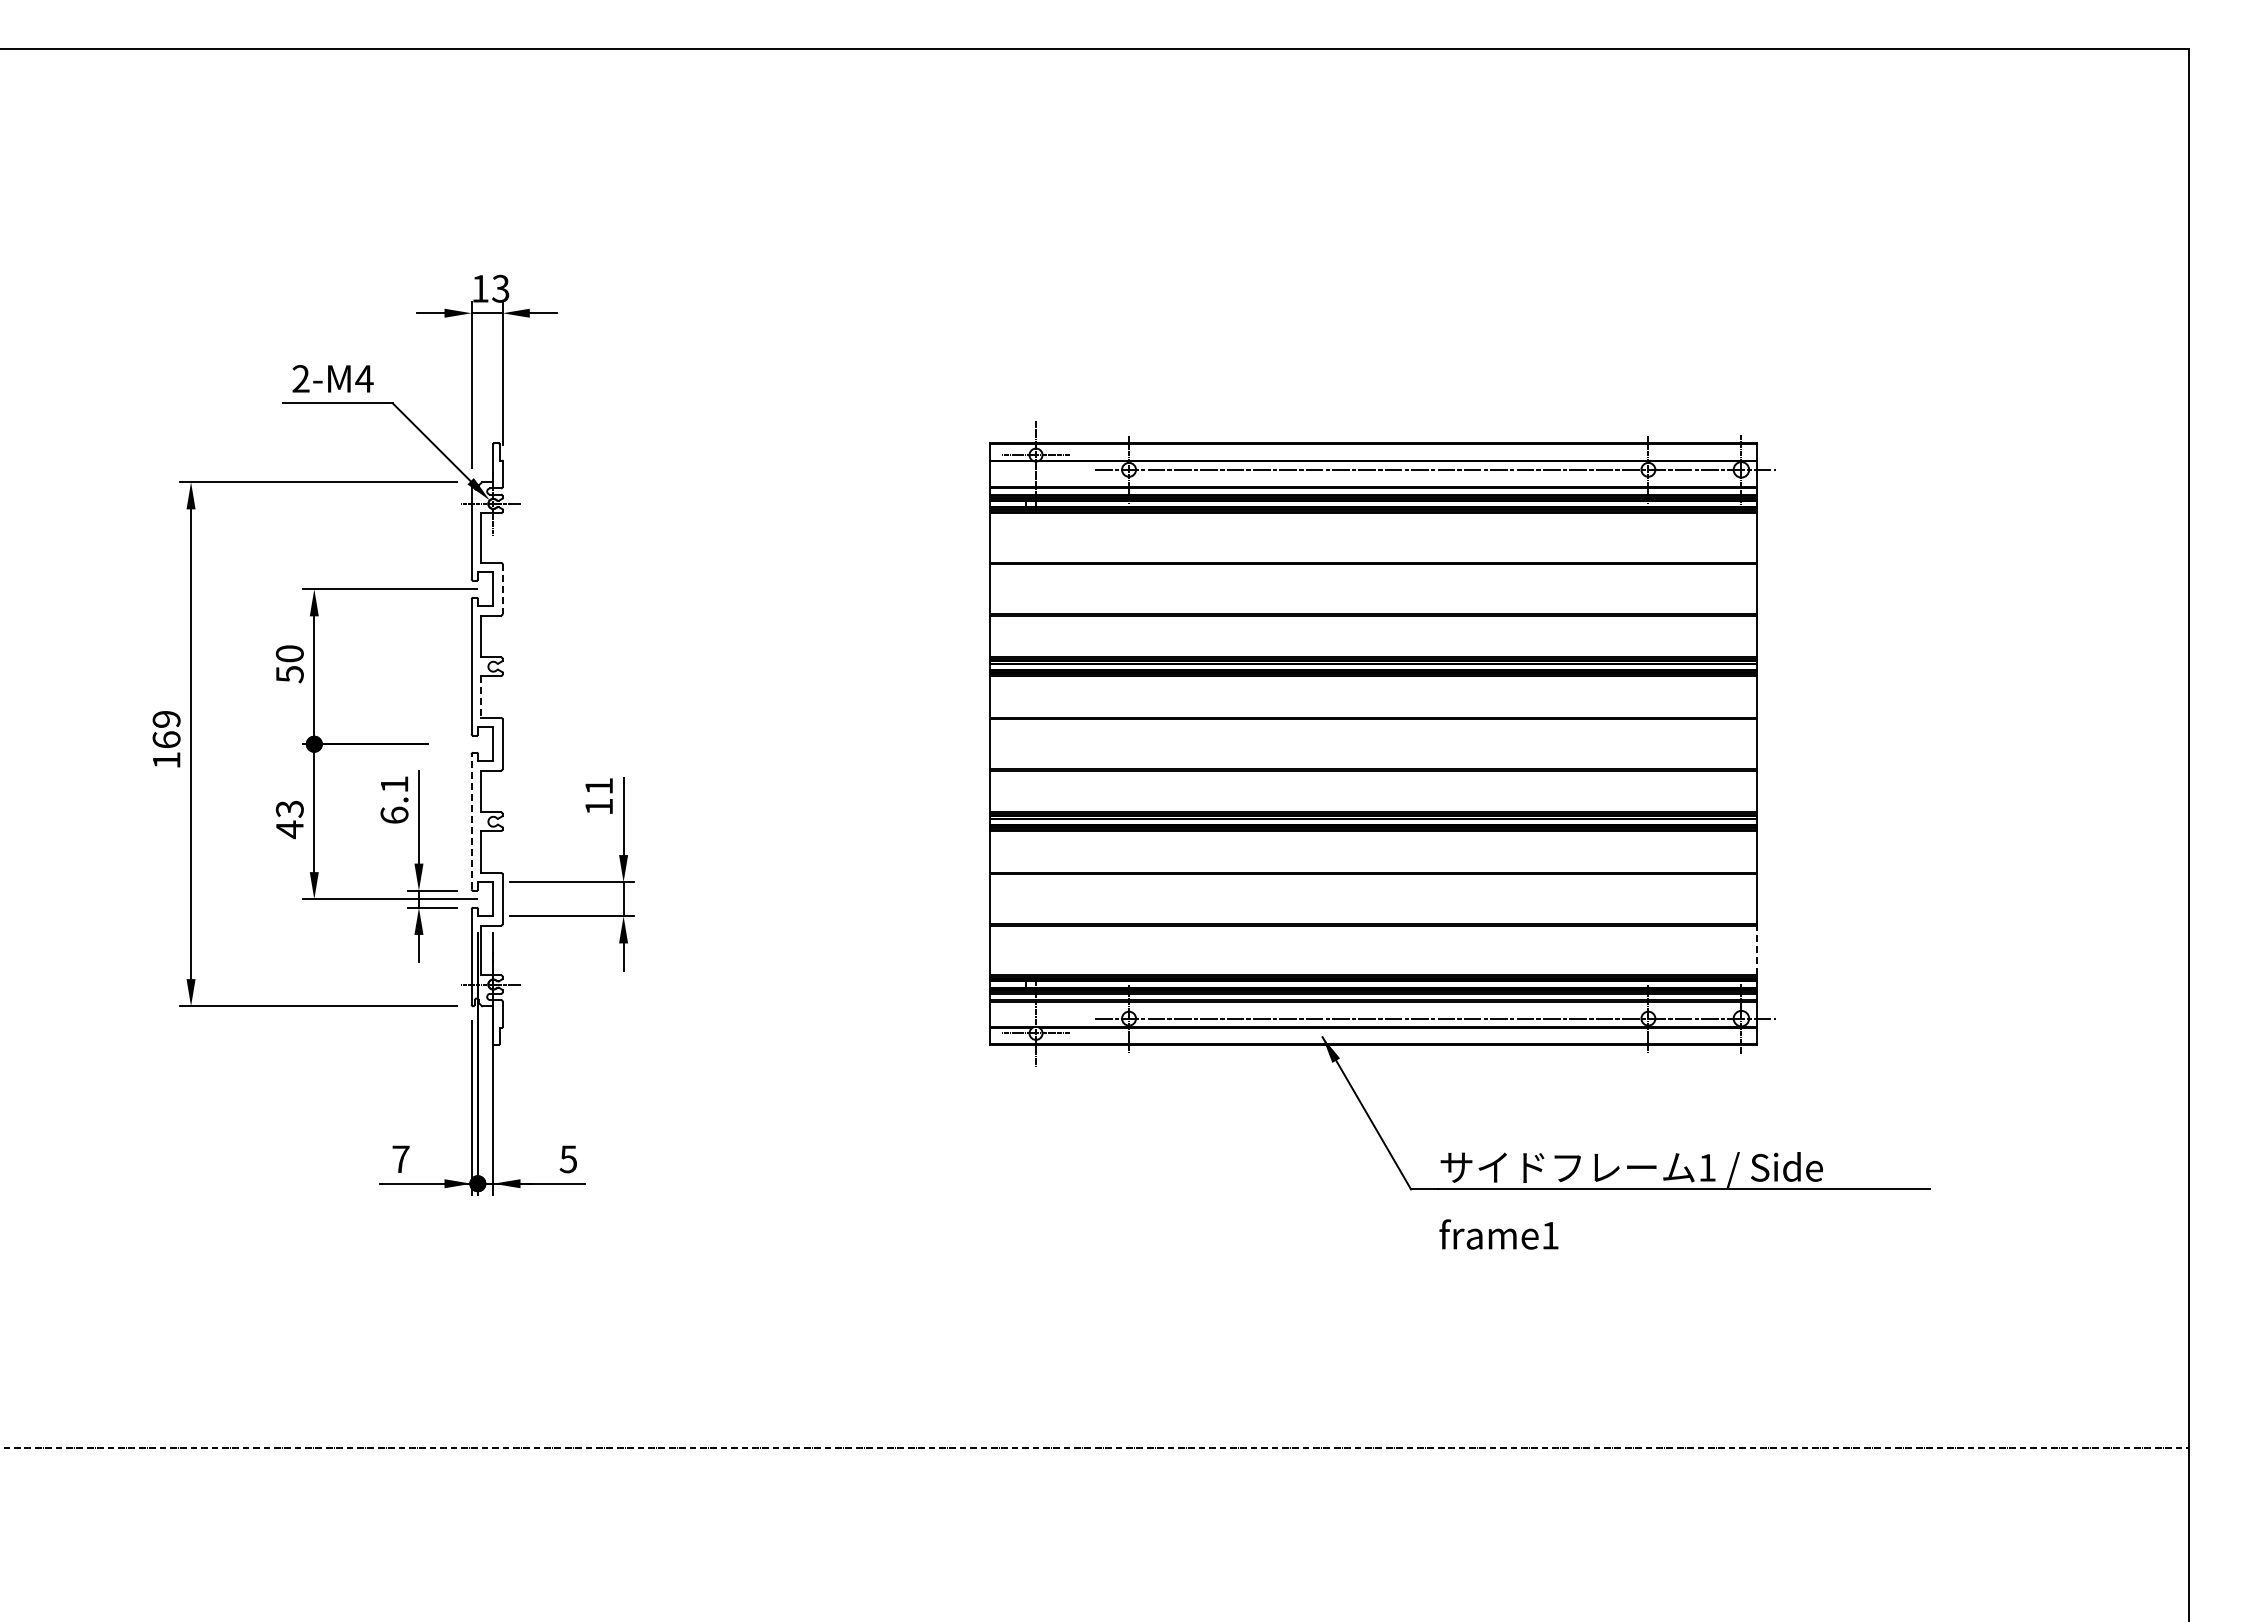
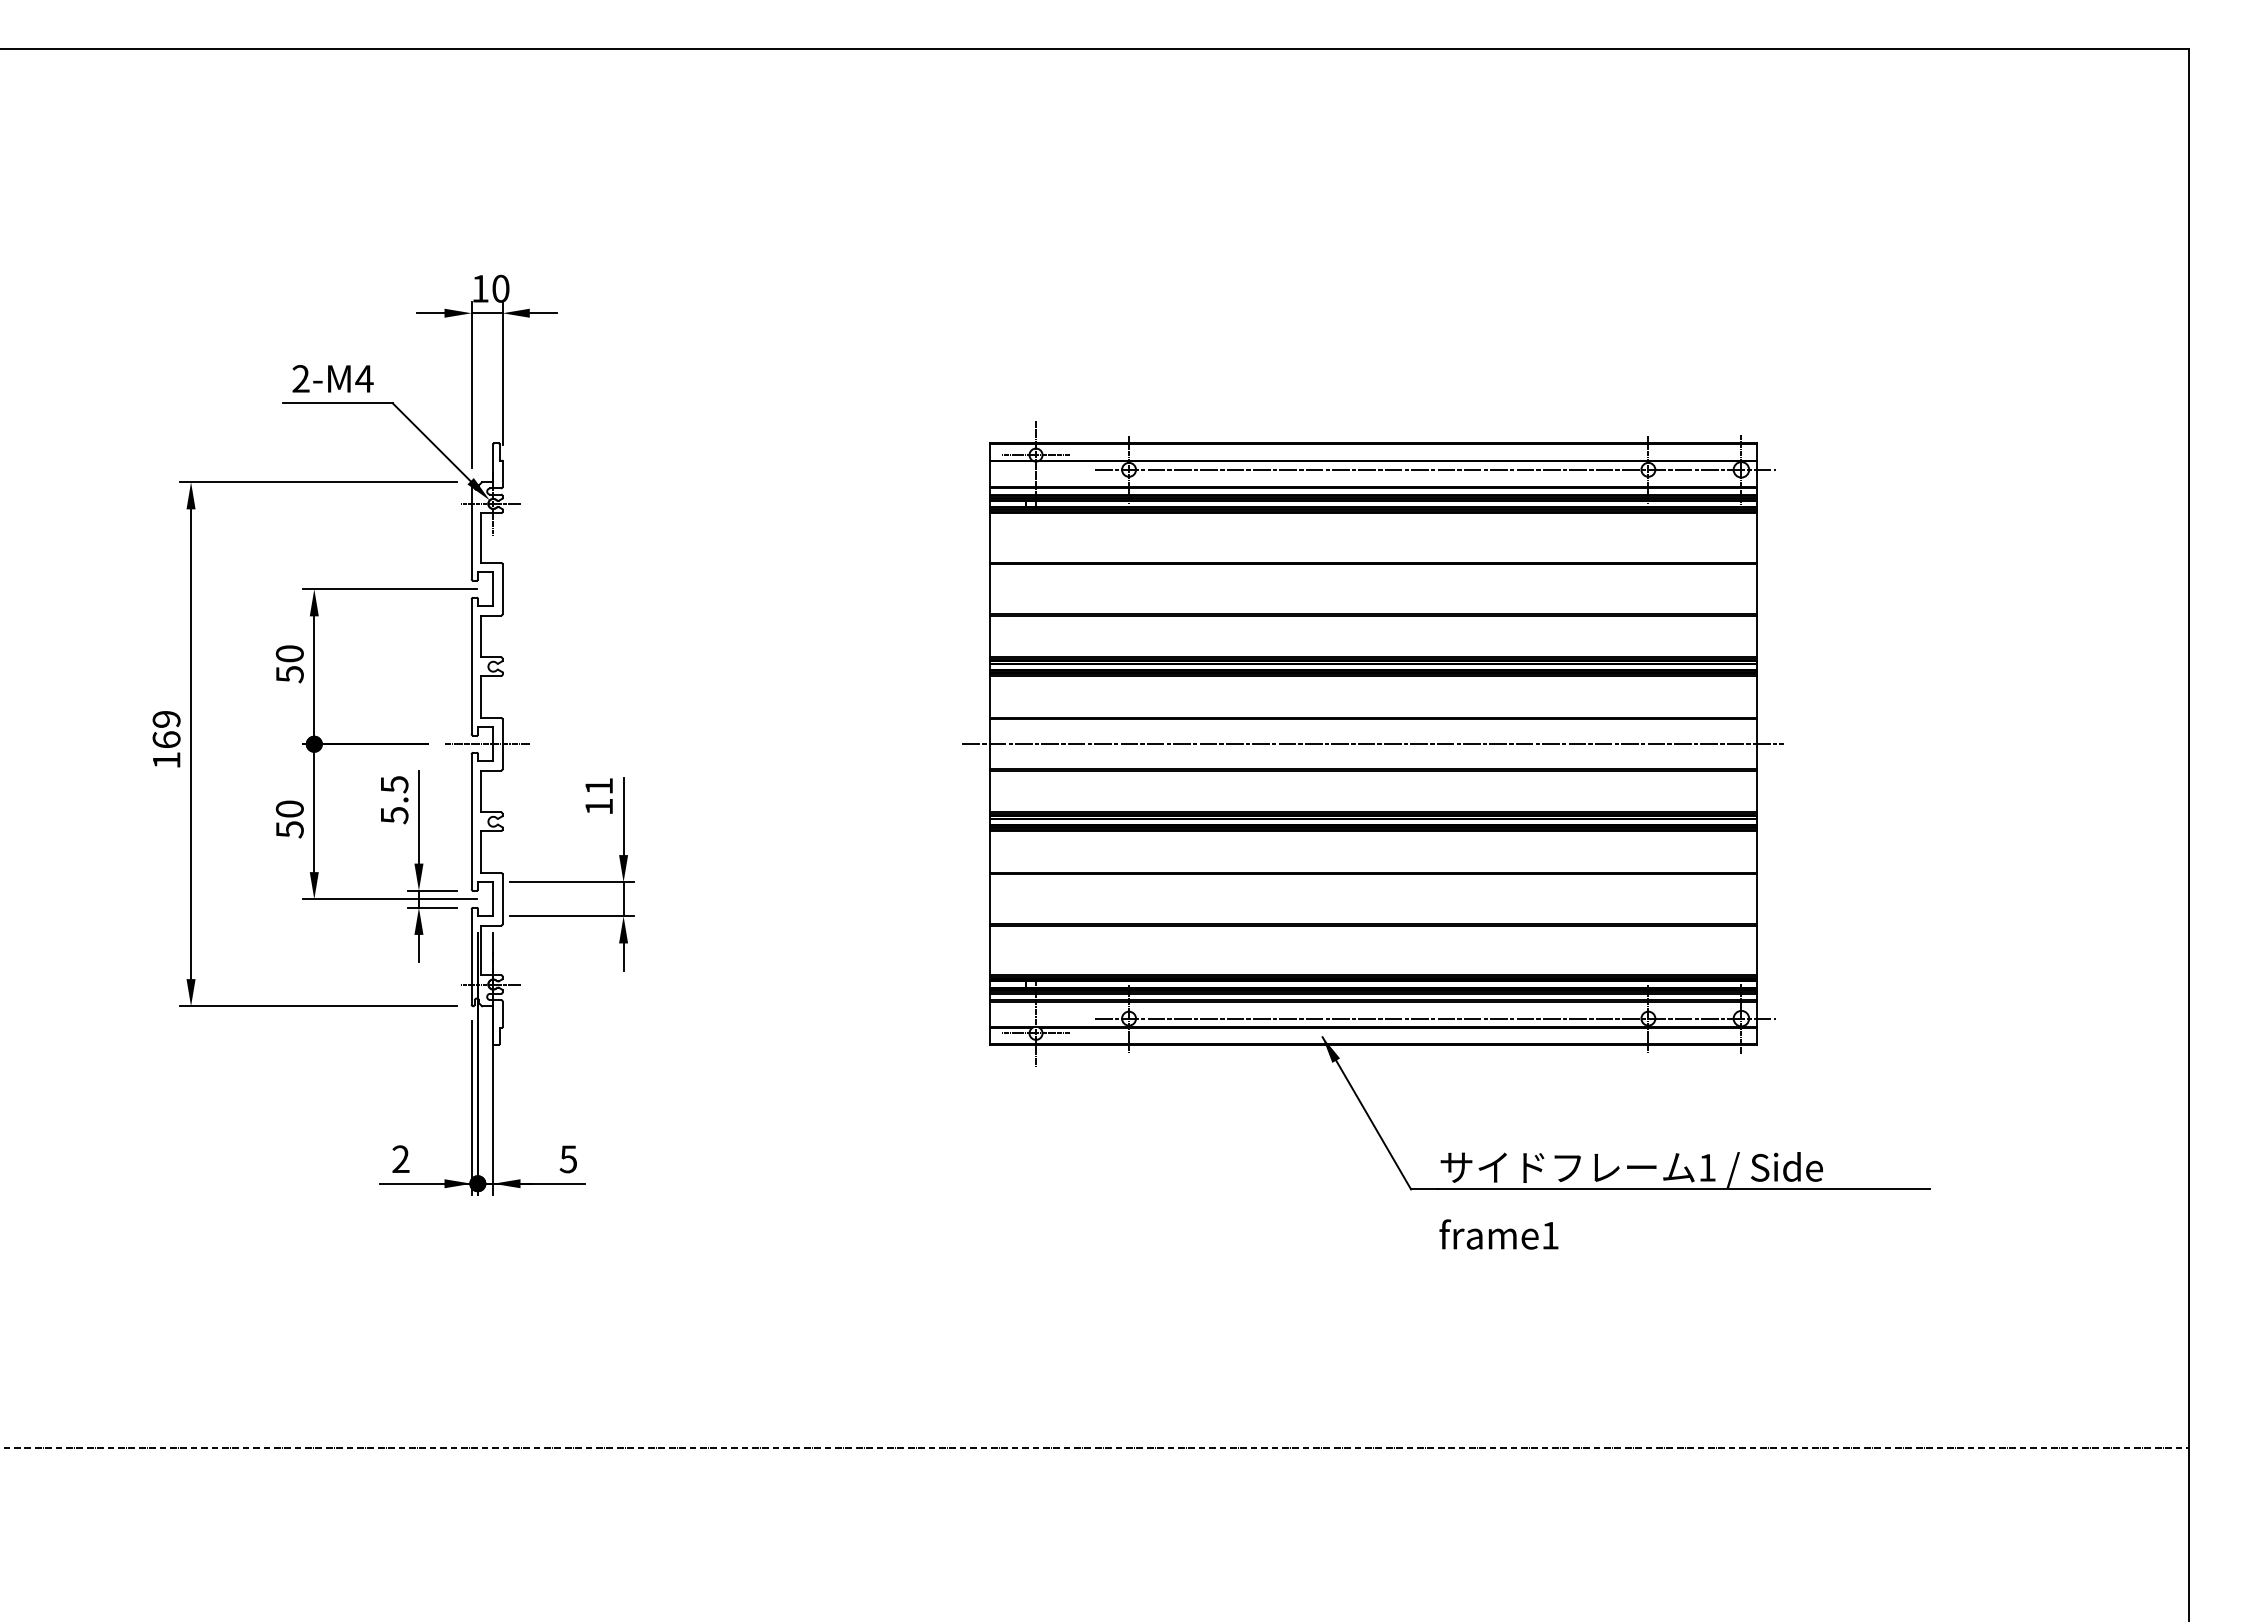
text at (500, 288): 13 -> 10
line at (502, 589): dashed -> solid
line at (480, 696): dashed -> solid
line at (486, 744): none -> present
line at (1373, 744): none -> present
text at (394, 800): 6.1 -> 5.5
text at (289, 819): 43 -> 50
line at (471, 821): dashed -> solid
line at (1756, 950): dashed -> solid
text at (400, 1158): 7 -> 2
